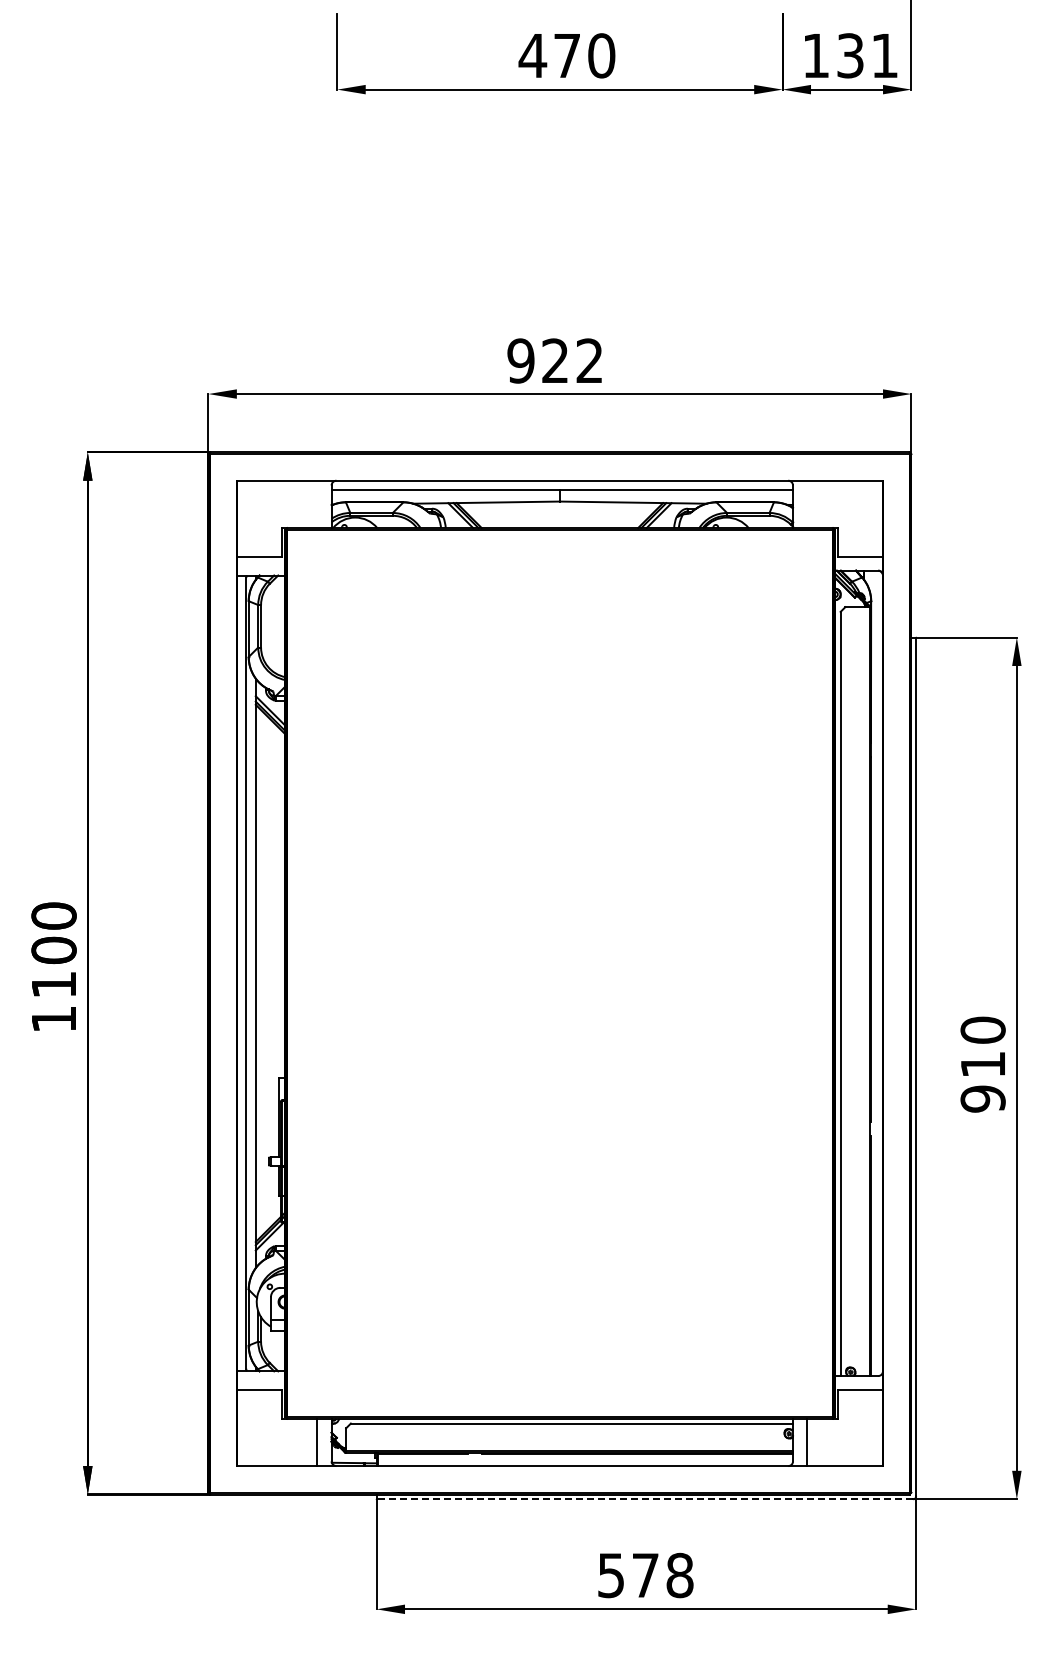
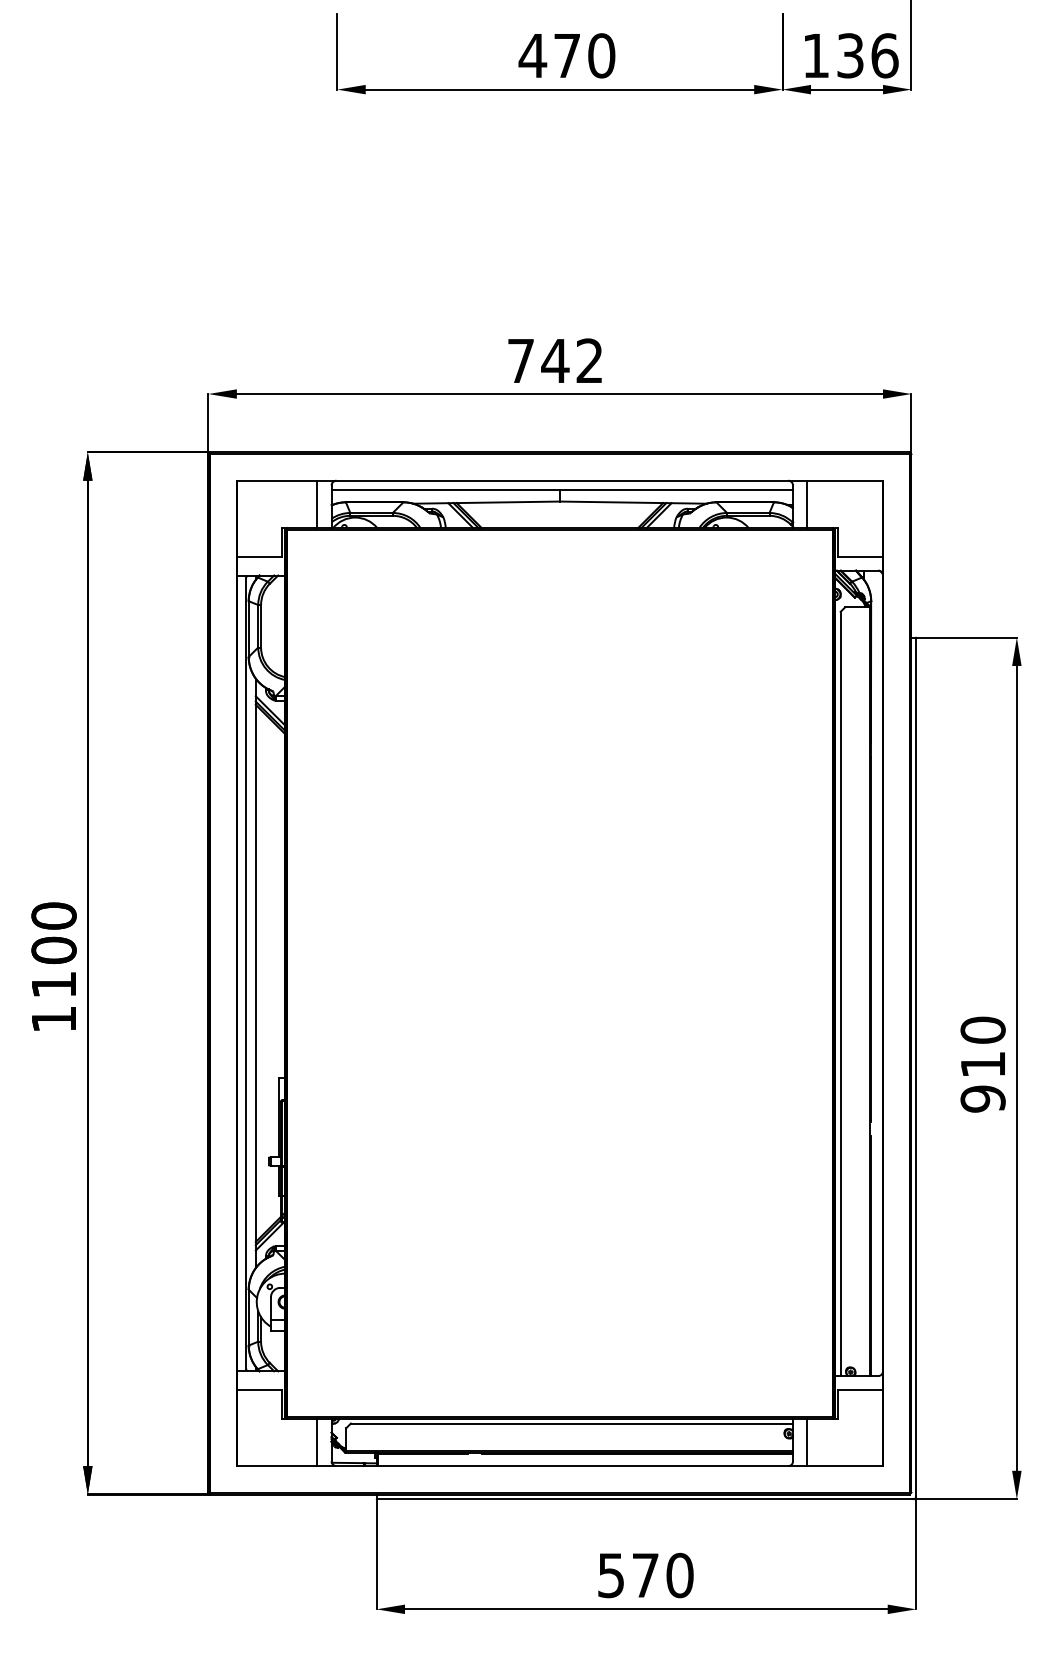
text at (884, 55): 131 -> 136
text at (538, 360): 922 -> 742
line at (317, 504): none -> present
line at (807, 504): none -> present
line at (644, 1499): dashed -> solid
text at (679, 1575): 578 -> 570
